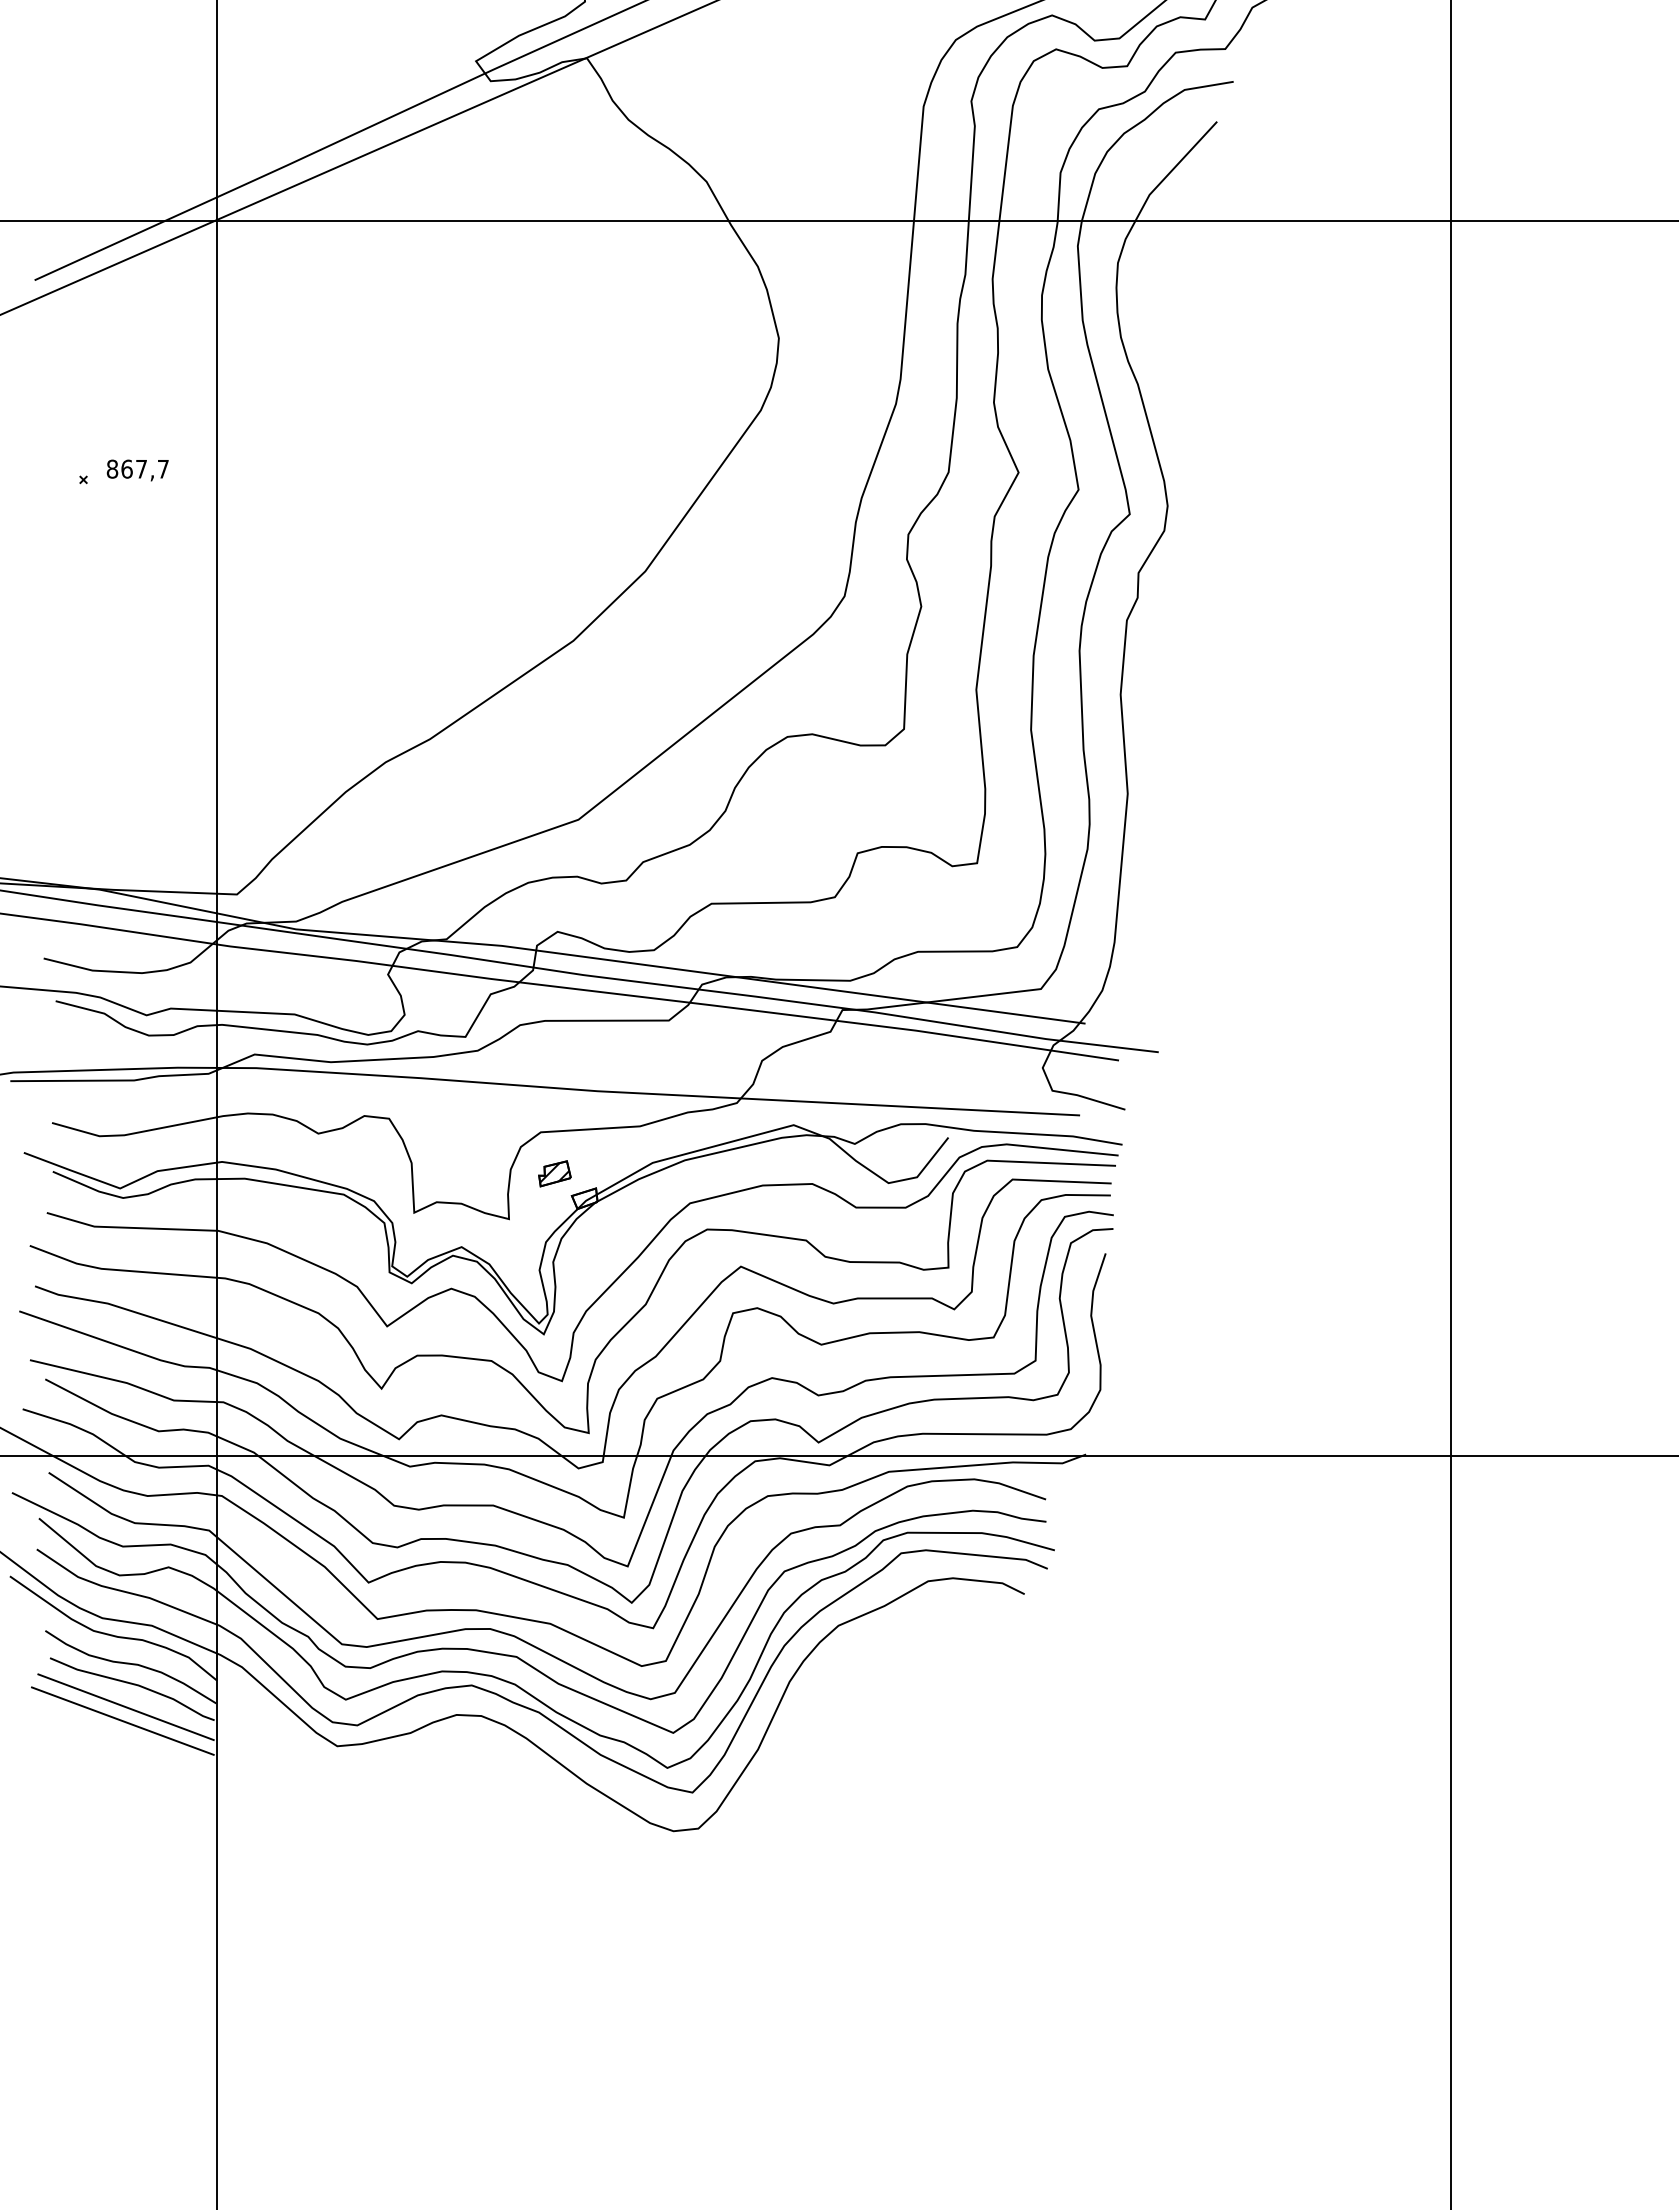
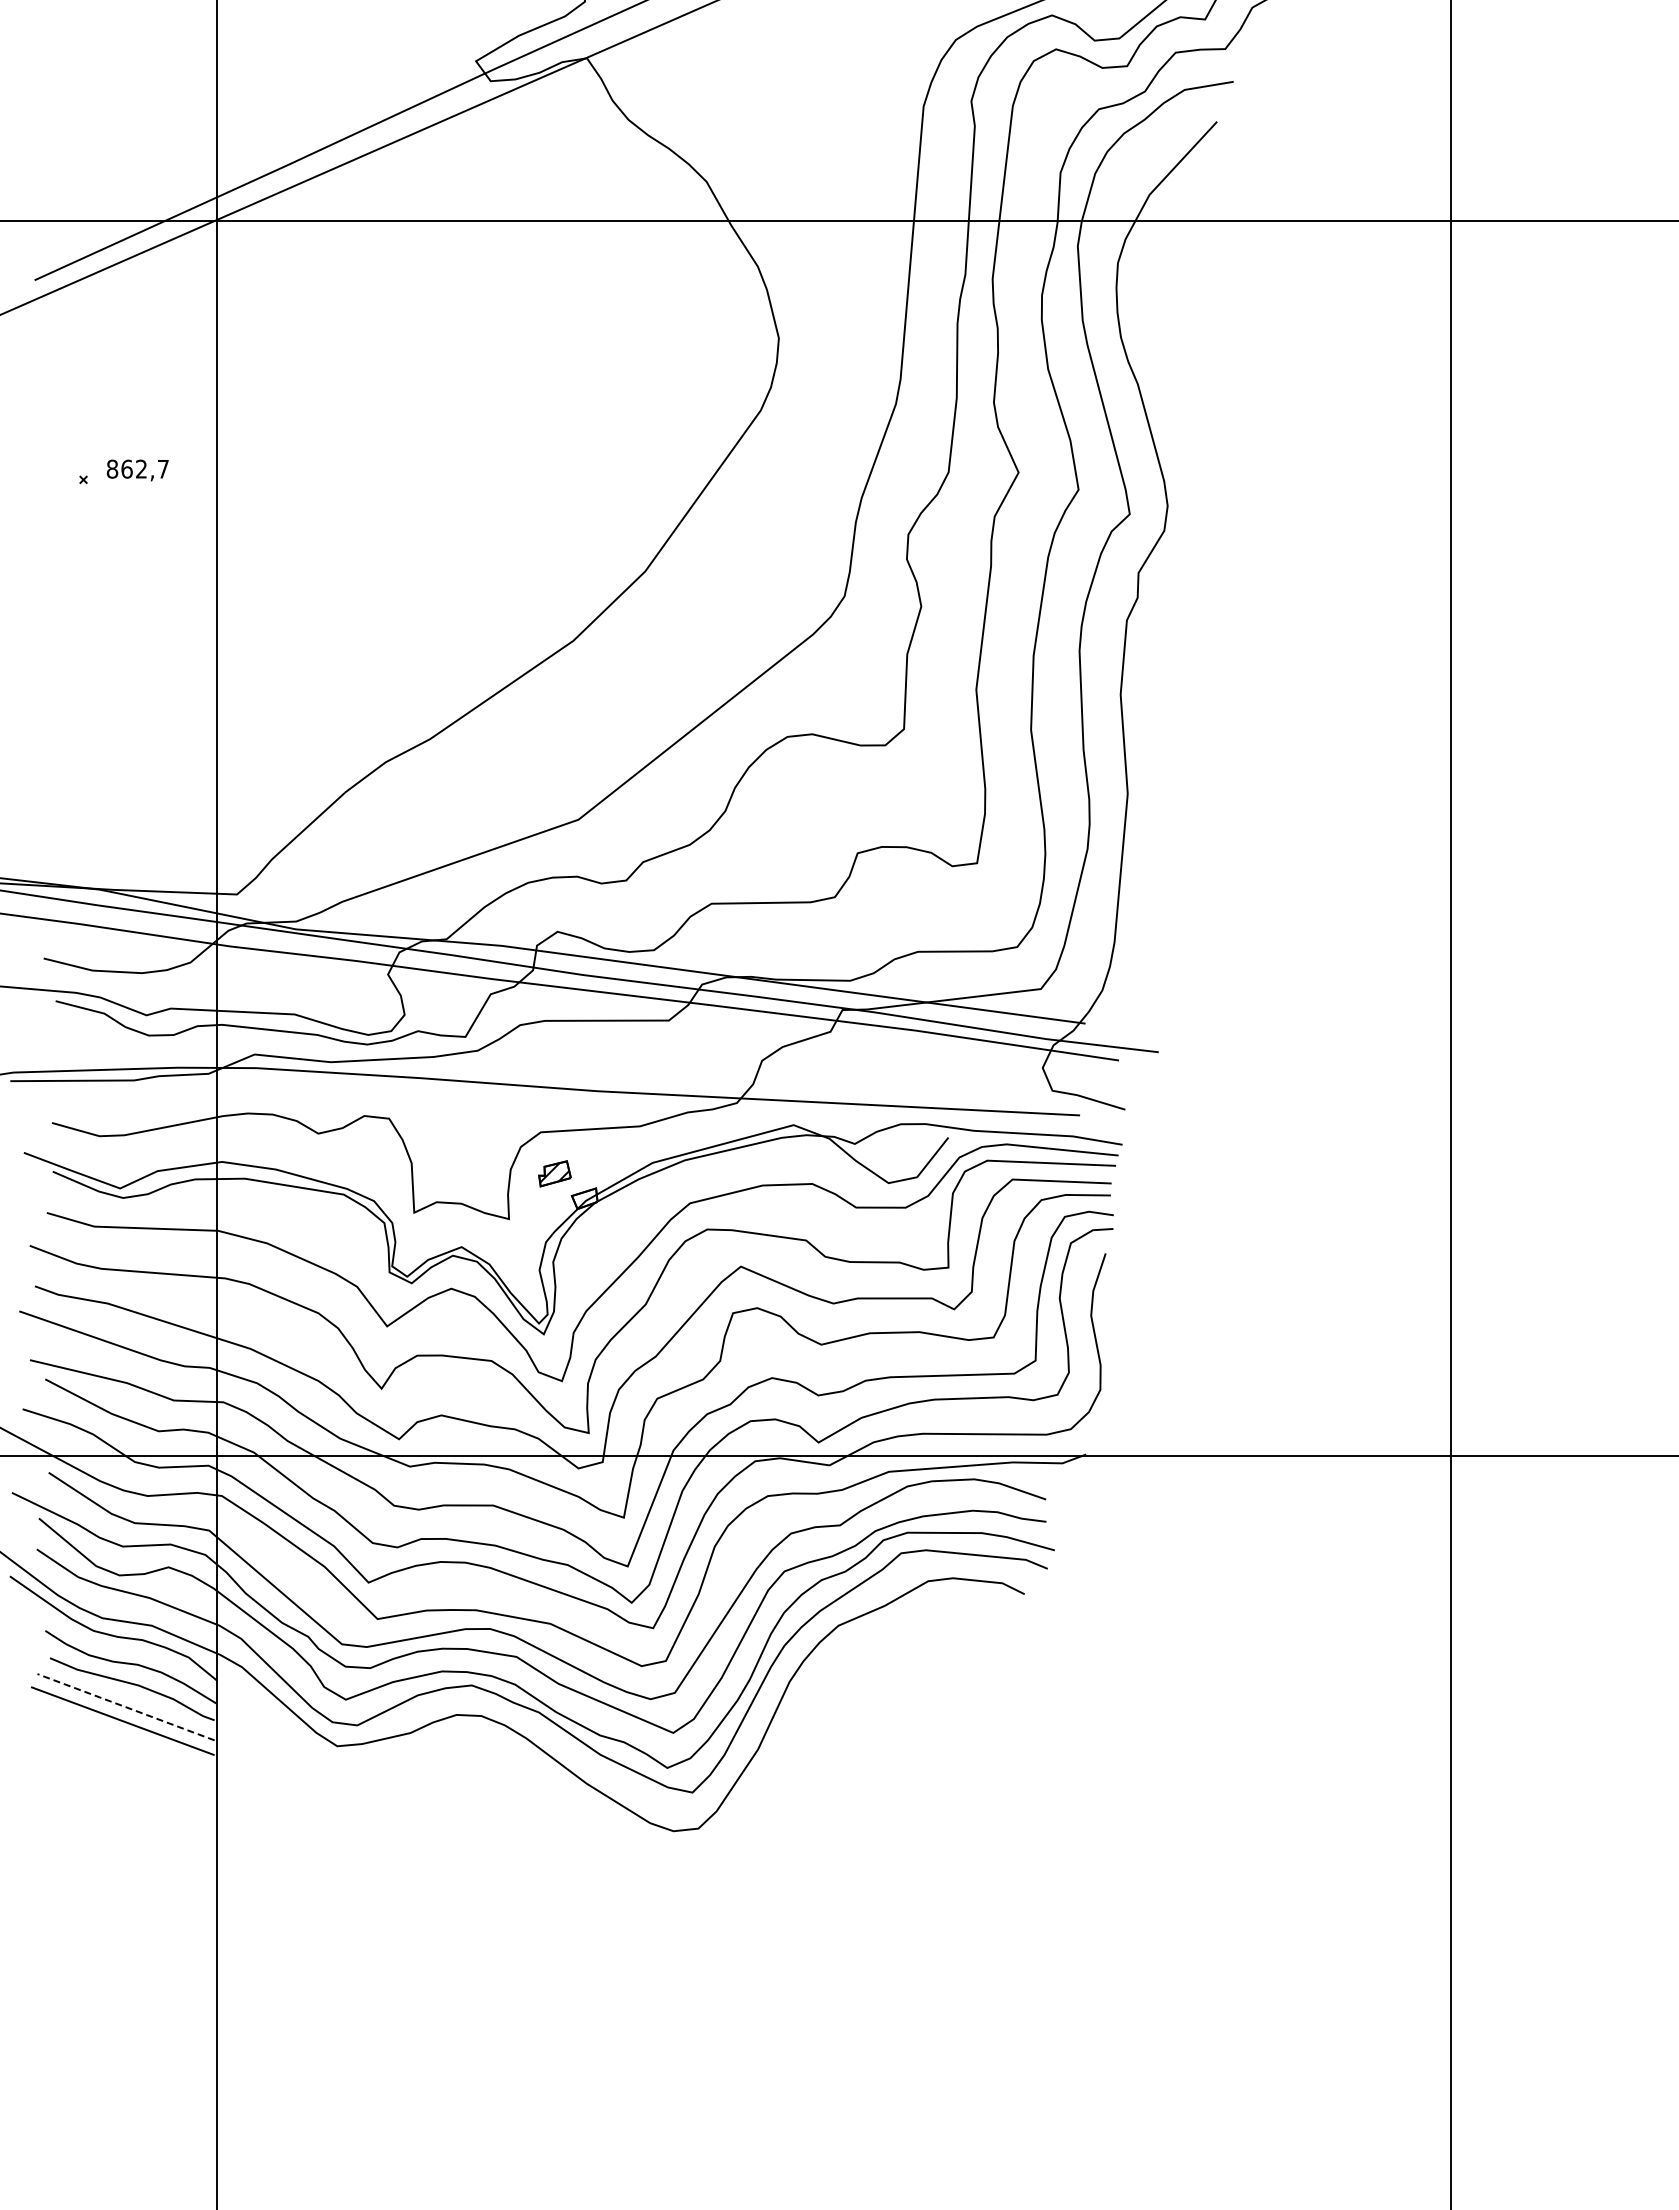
text at (141, 468): 867,7 -> 862,7
line at (126, 1707): solid -> dashed
